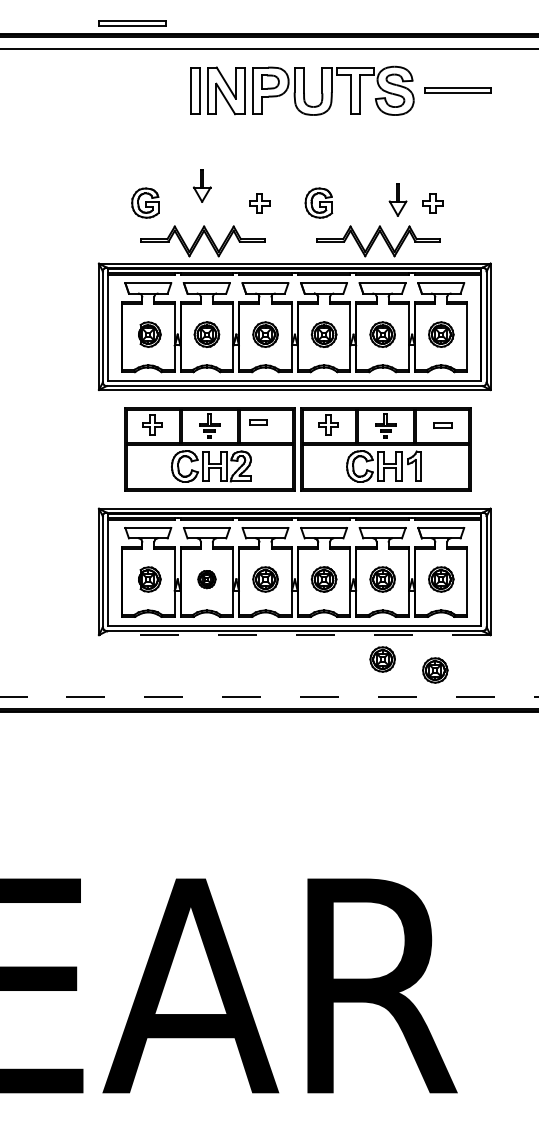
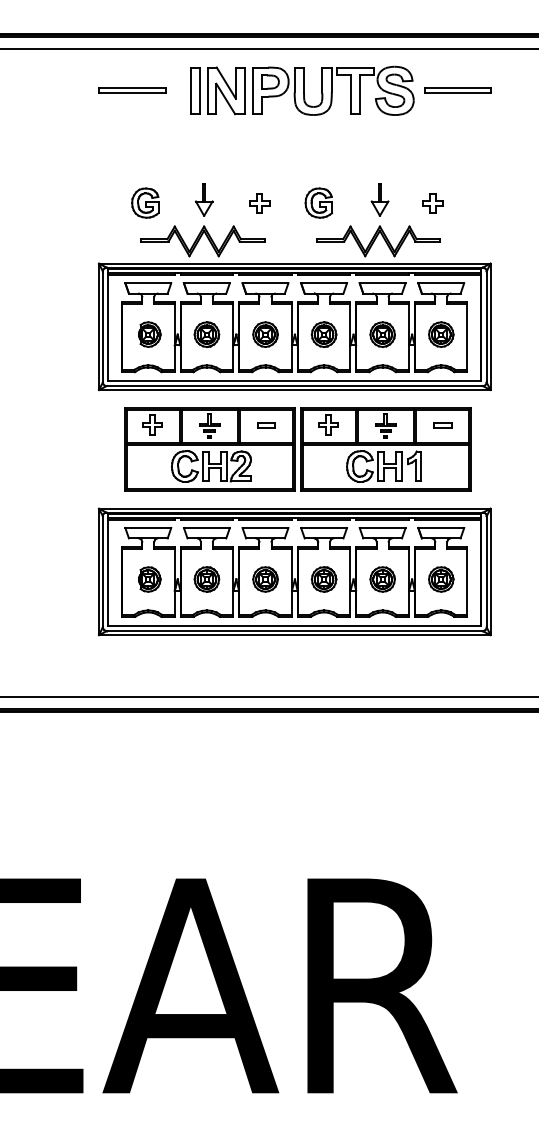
part at (132, 23) position: (132, 23) -> (132, 90)
part at (202, 185) position: (202, 185) -> (204, 199)
part at (397, 199) position: (397, 199) -> (379, 199)
part at (258, 422) position: (258, 422) -> (266, 425)
part at (206, 579) size: 20x20 px -> 28x27 px
line at (294, 635): dashed -> solid
part at (382, 659): present -> none
part at (435, 670): present -> none
line at (270, 697): dashed -> solid
